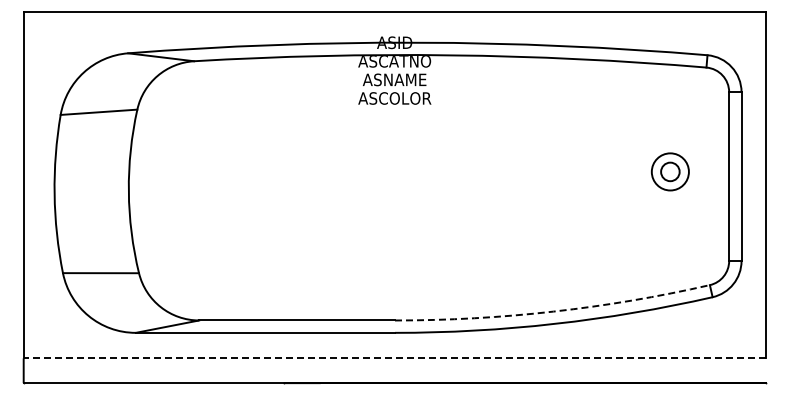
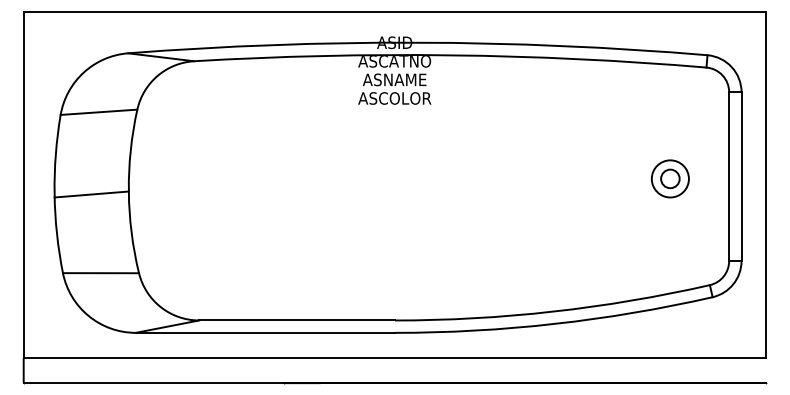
part at (669, 171) position: (669, 171) -> (669, 178)
line at (91, 194): none -> present
arc at (553, 311): dashed -> solid
line at (394, 358): dashed -> solid
